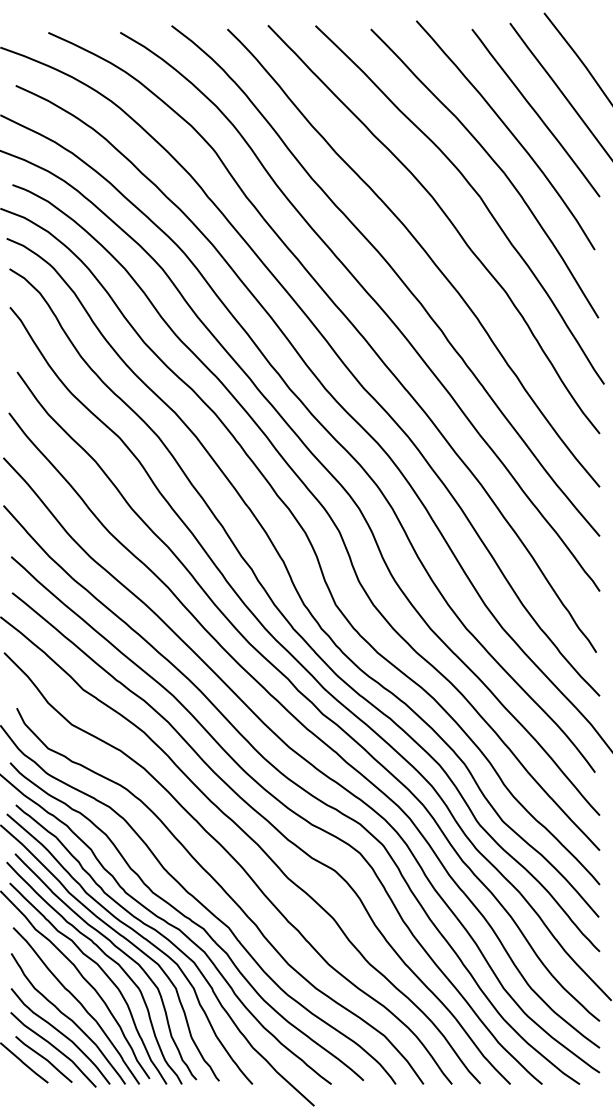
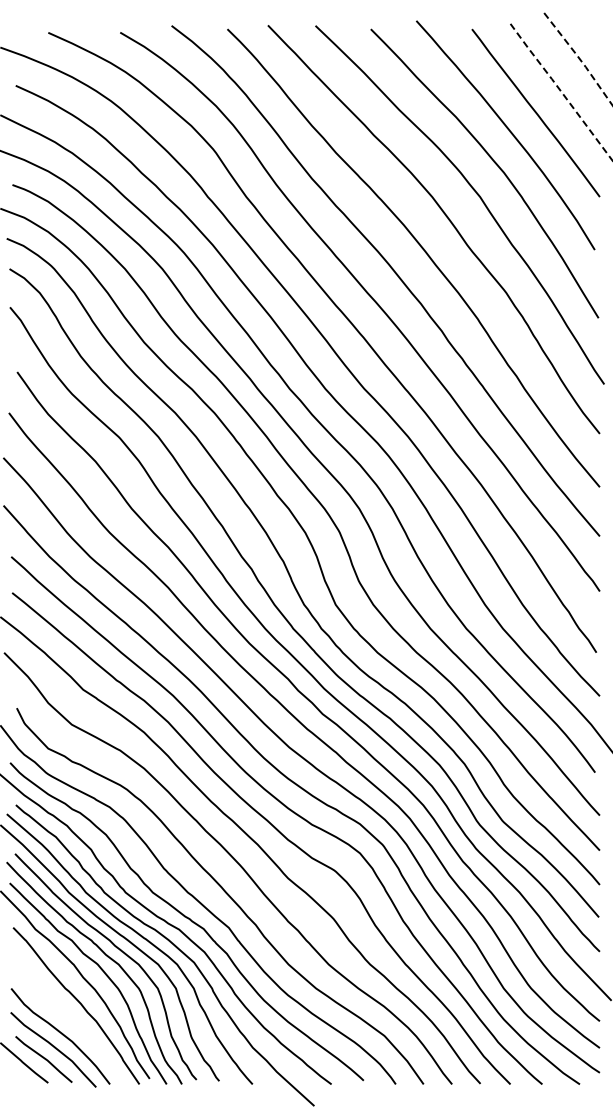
line at (579, 58): solid -> dashed
line at (560, 90): solid -> dashed
curve at (68, 1018): present -> none
